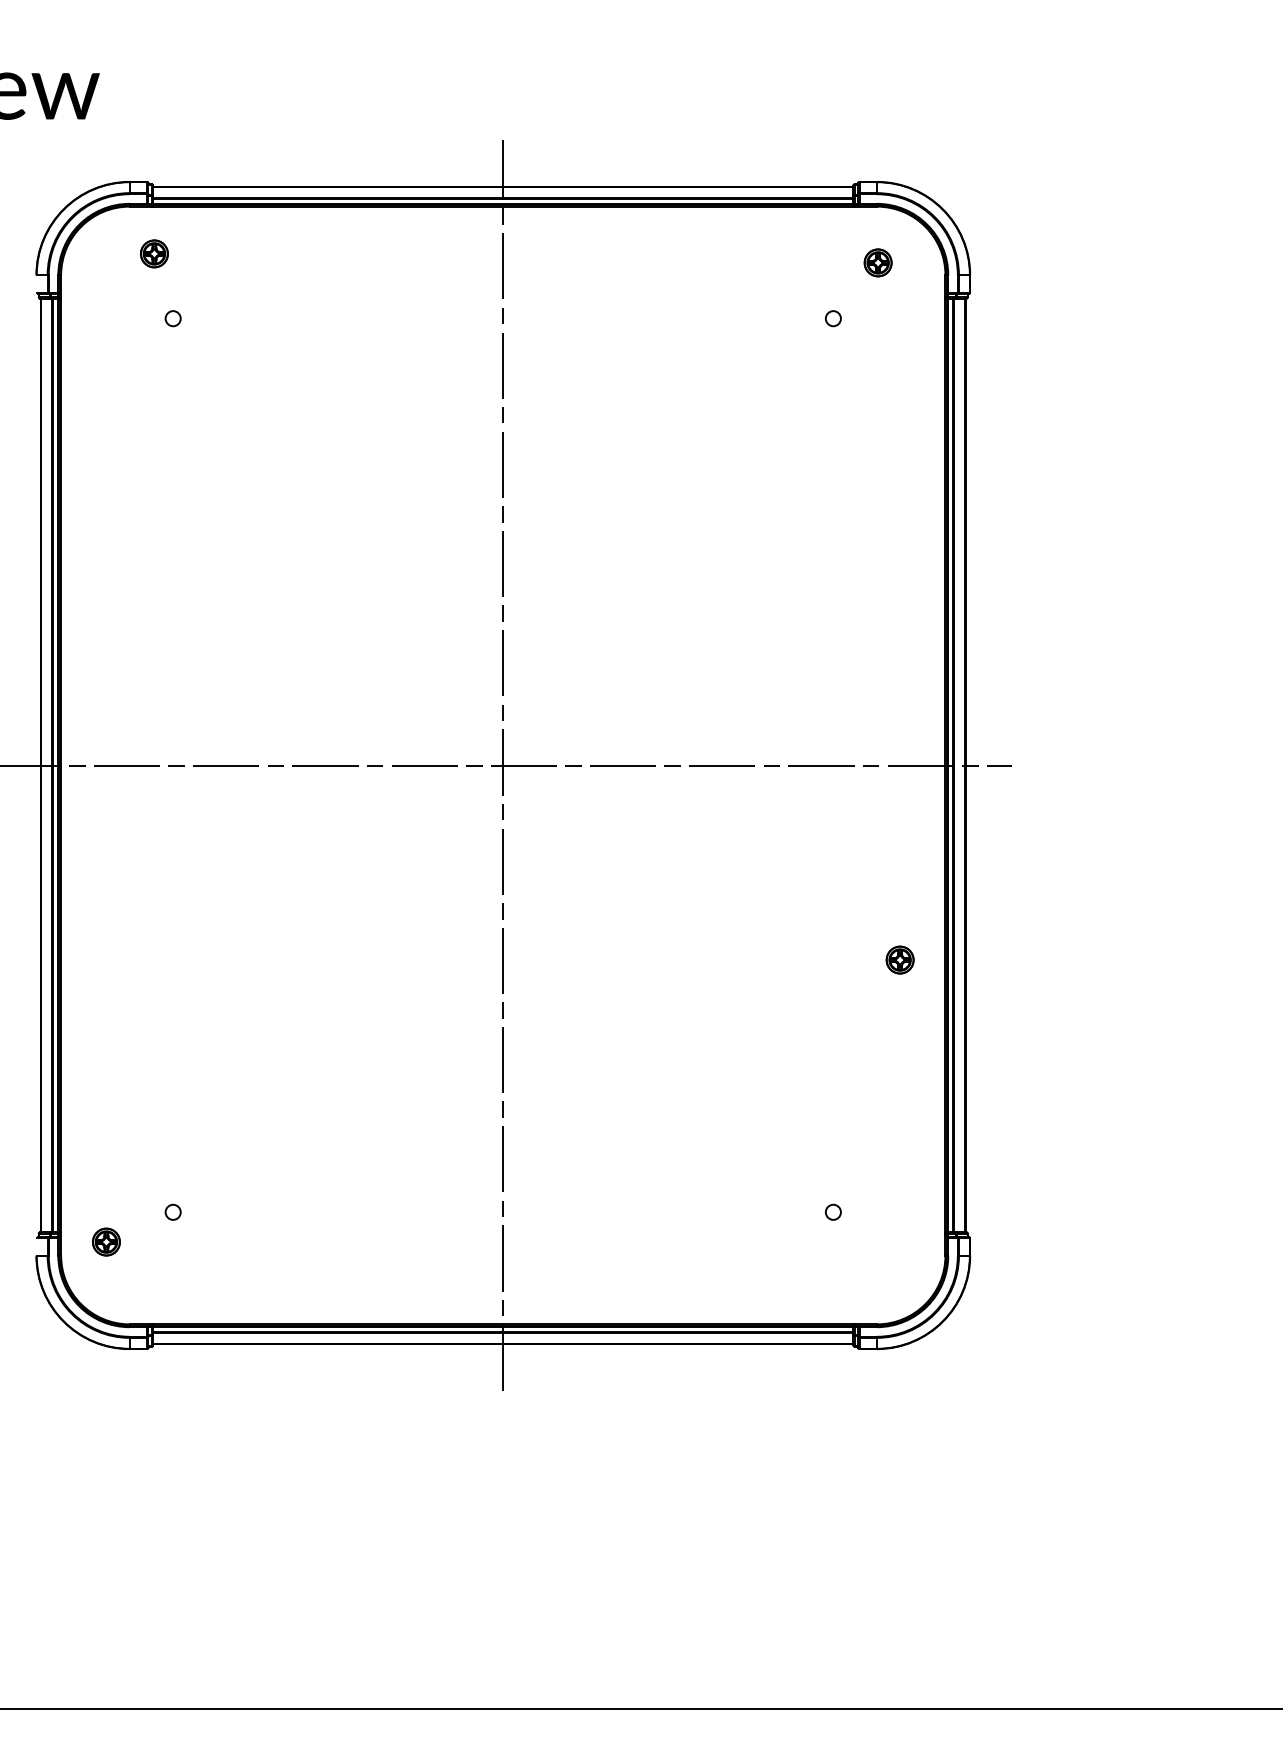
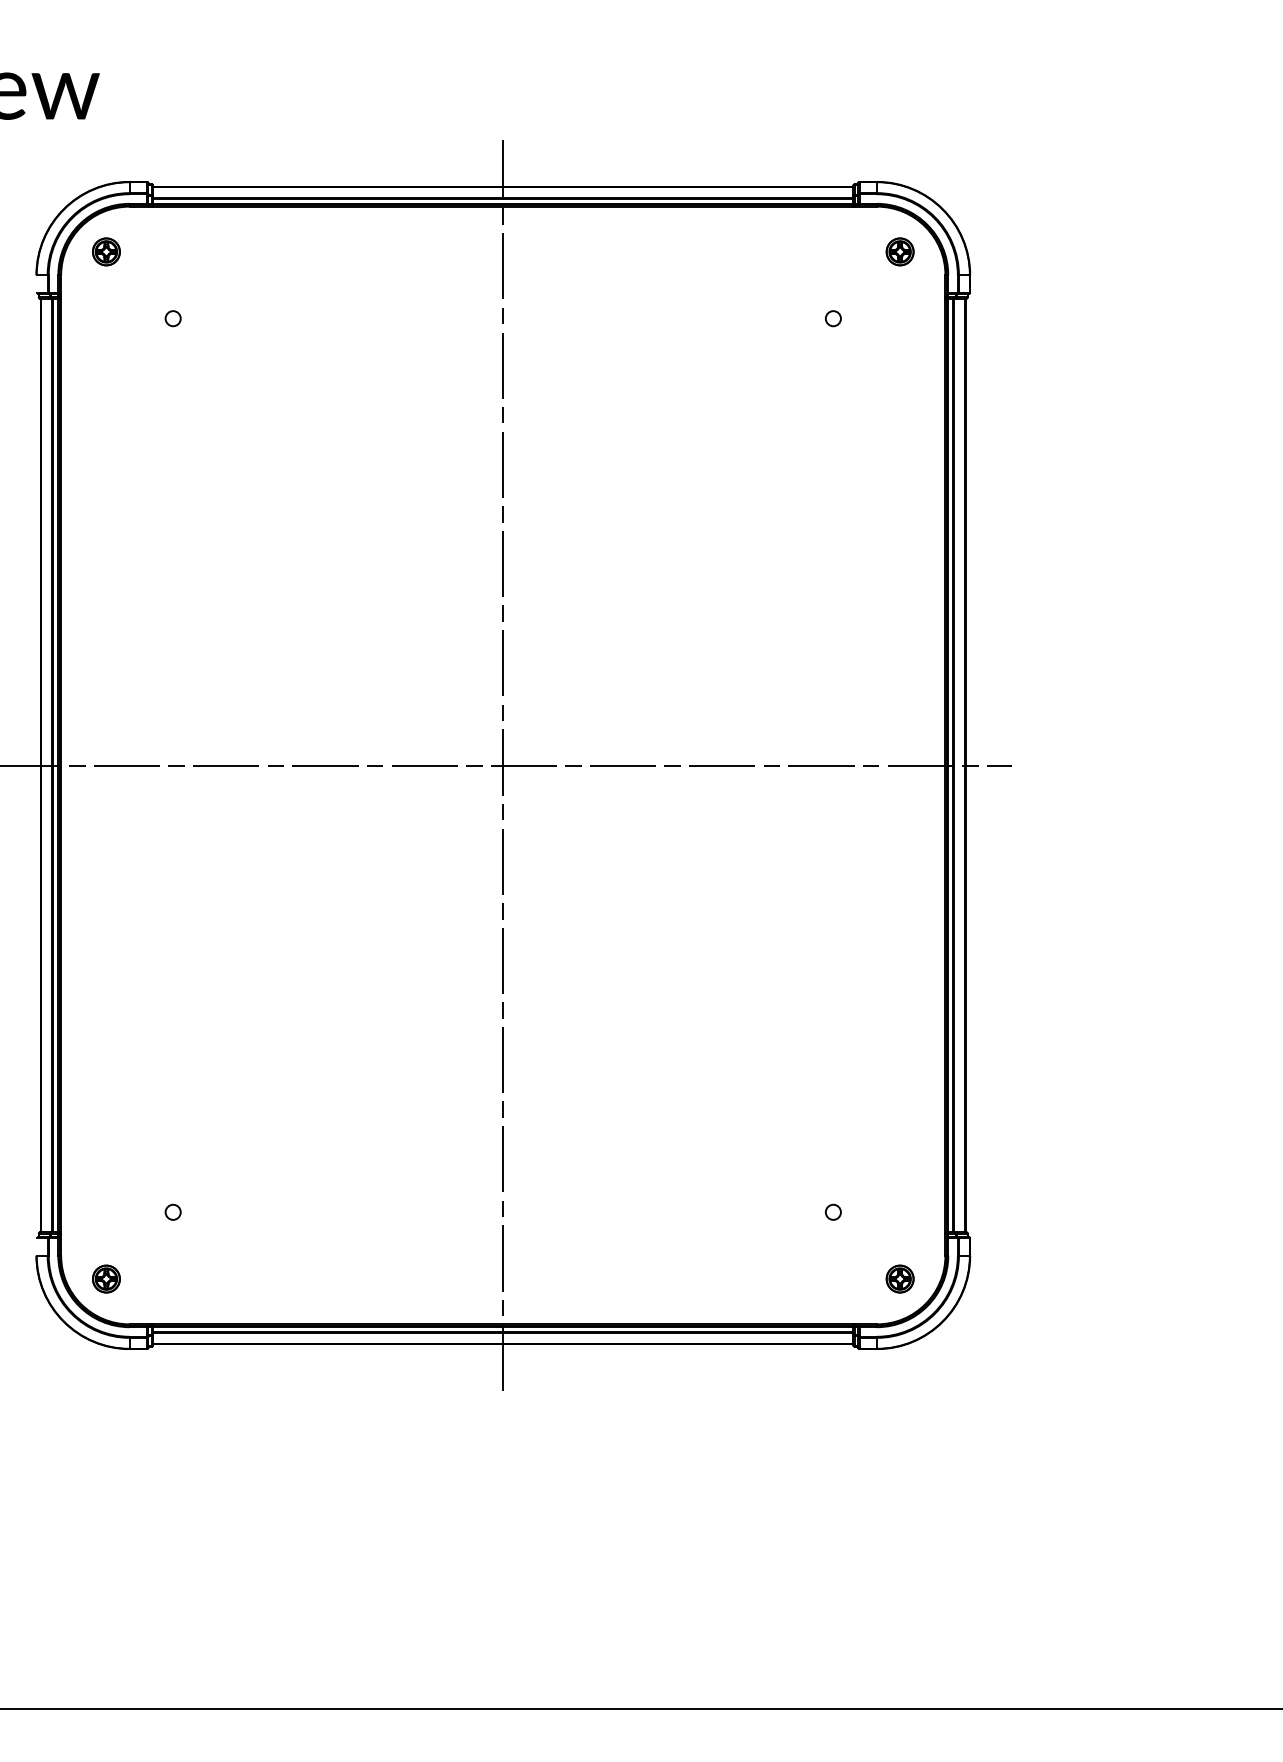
part at (154, 253) position: (154, 253) -> (106, 251)
part at (877, 262) position: (877, 262) -> (899, 251)
part at (899, 959) position: (899, 959) -> (899, 1278)
part at (106, 1241) position: (106, 1241) -> (106, 1278)
